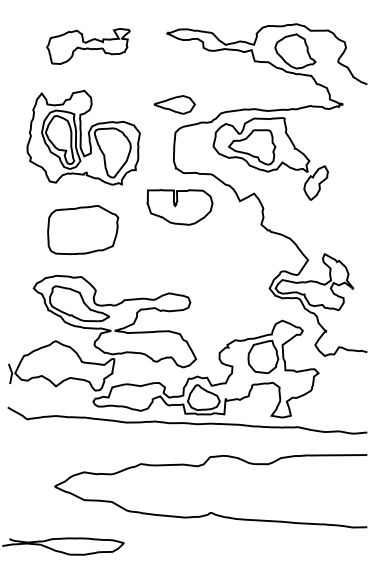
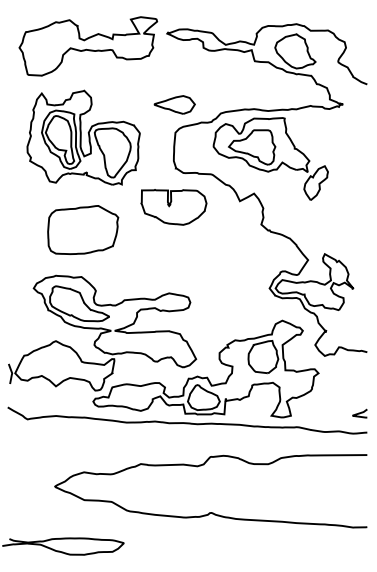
part at (88, 46) size: 85x37 px -> 141x61 px
part at (179, 207) position: (179, 207) -> (173, 207)
curve at (359, 413): none -> present
